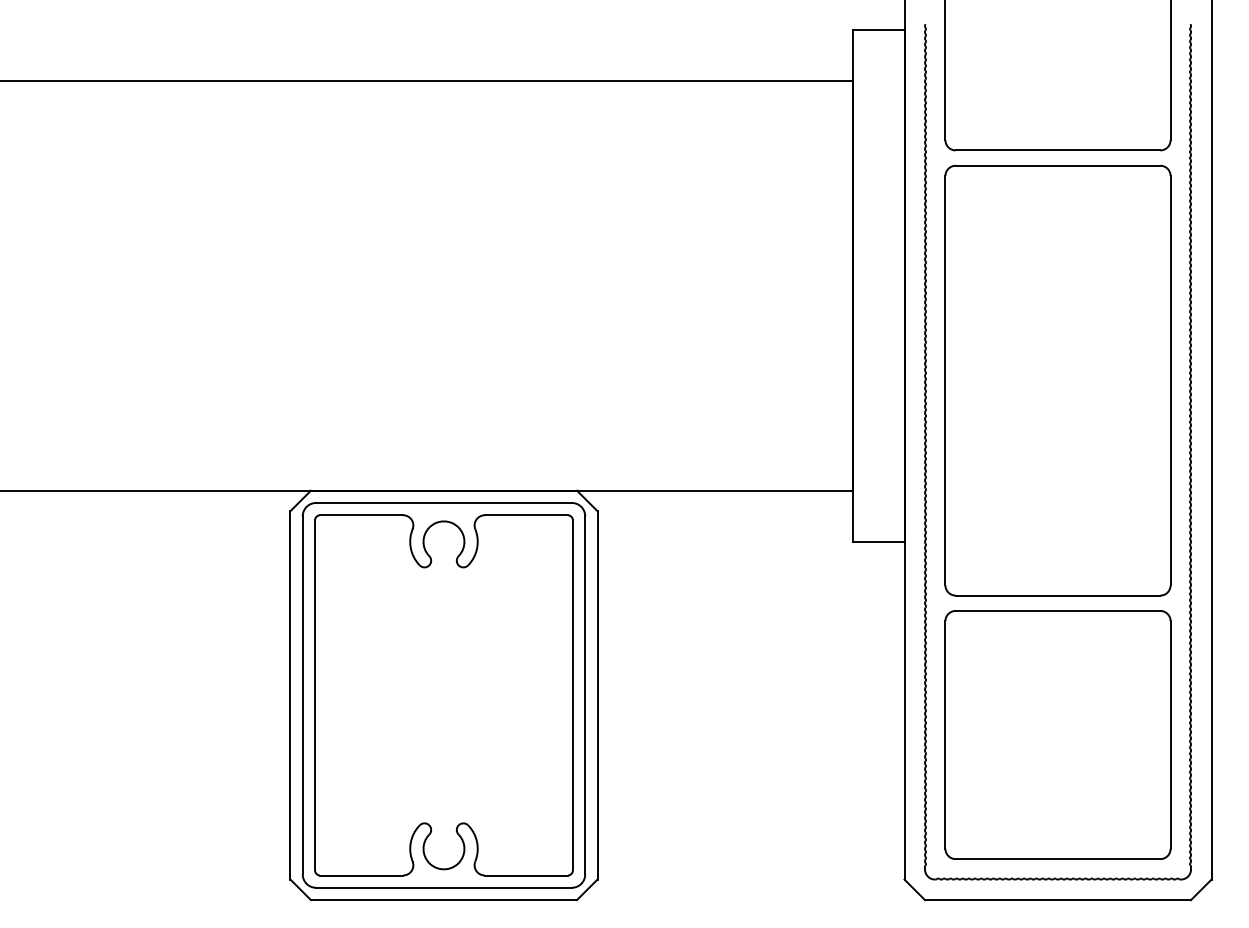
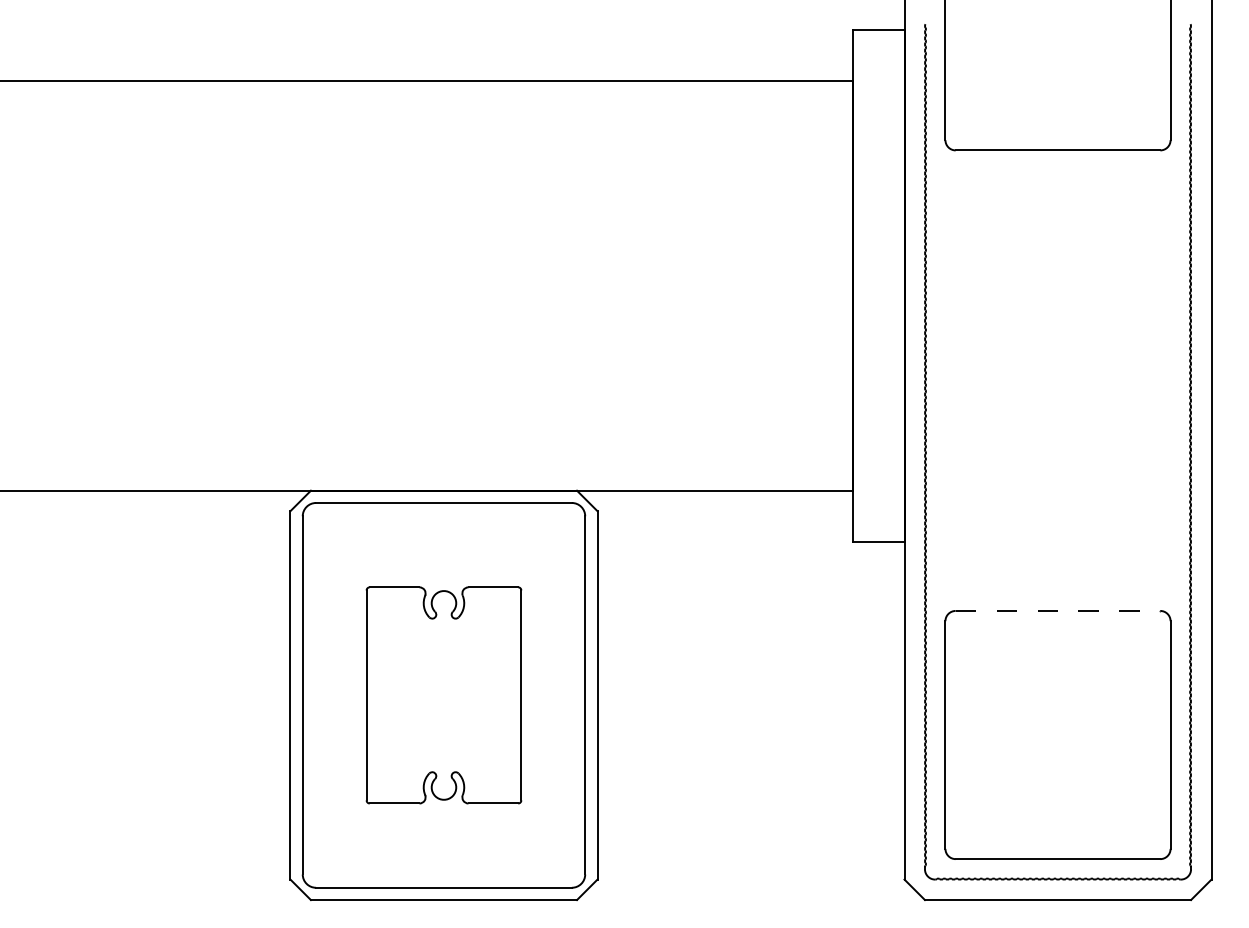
part at (1057, 380): present -> none
line at (1058, 610): solid -> dashed
part at (443, 695) size: 260x363 px -> 158x219 px
